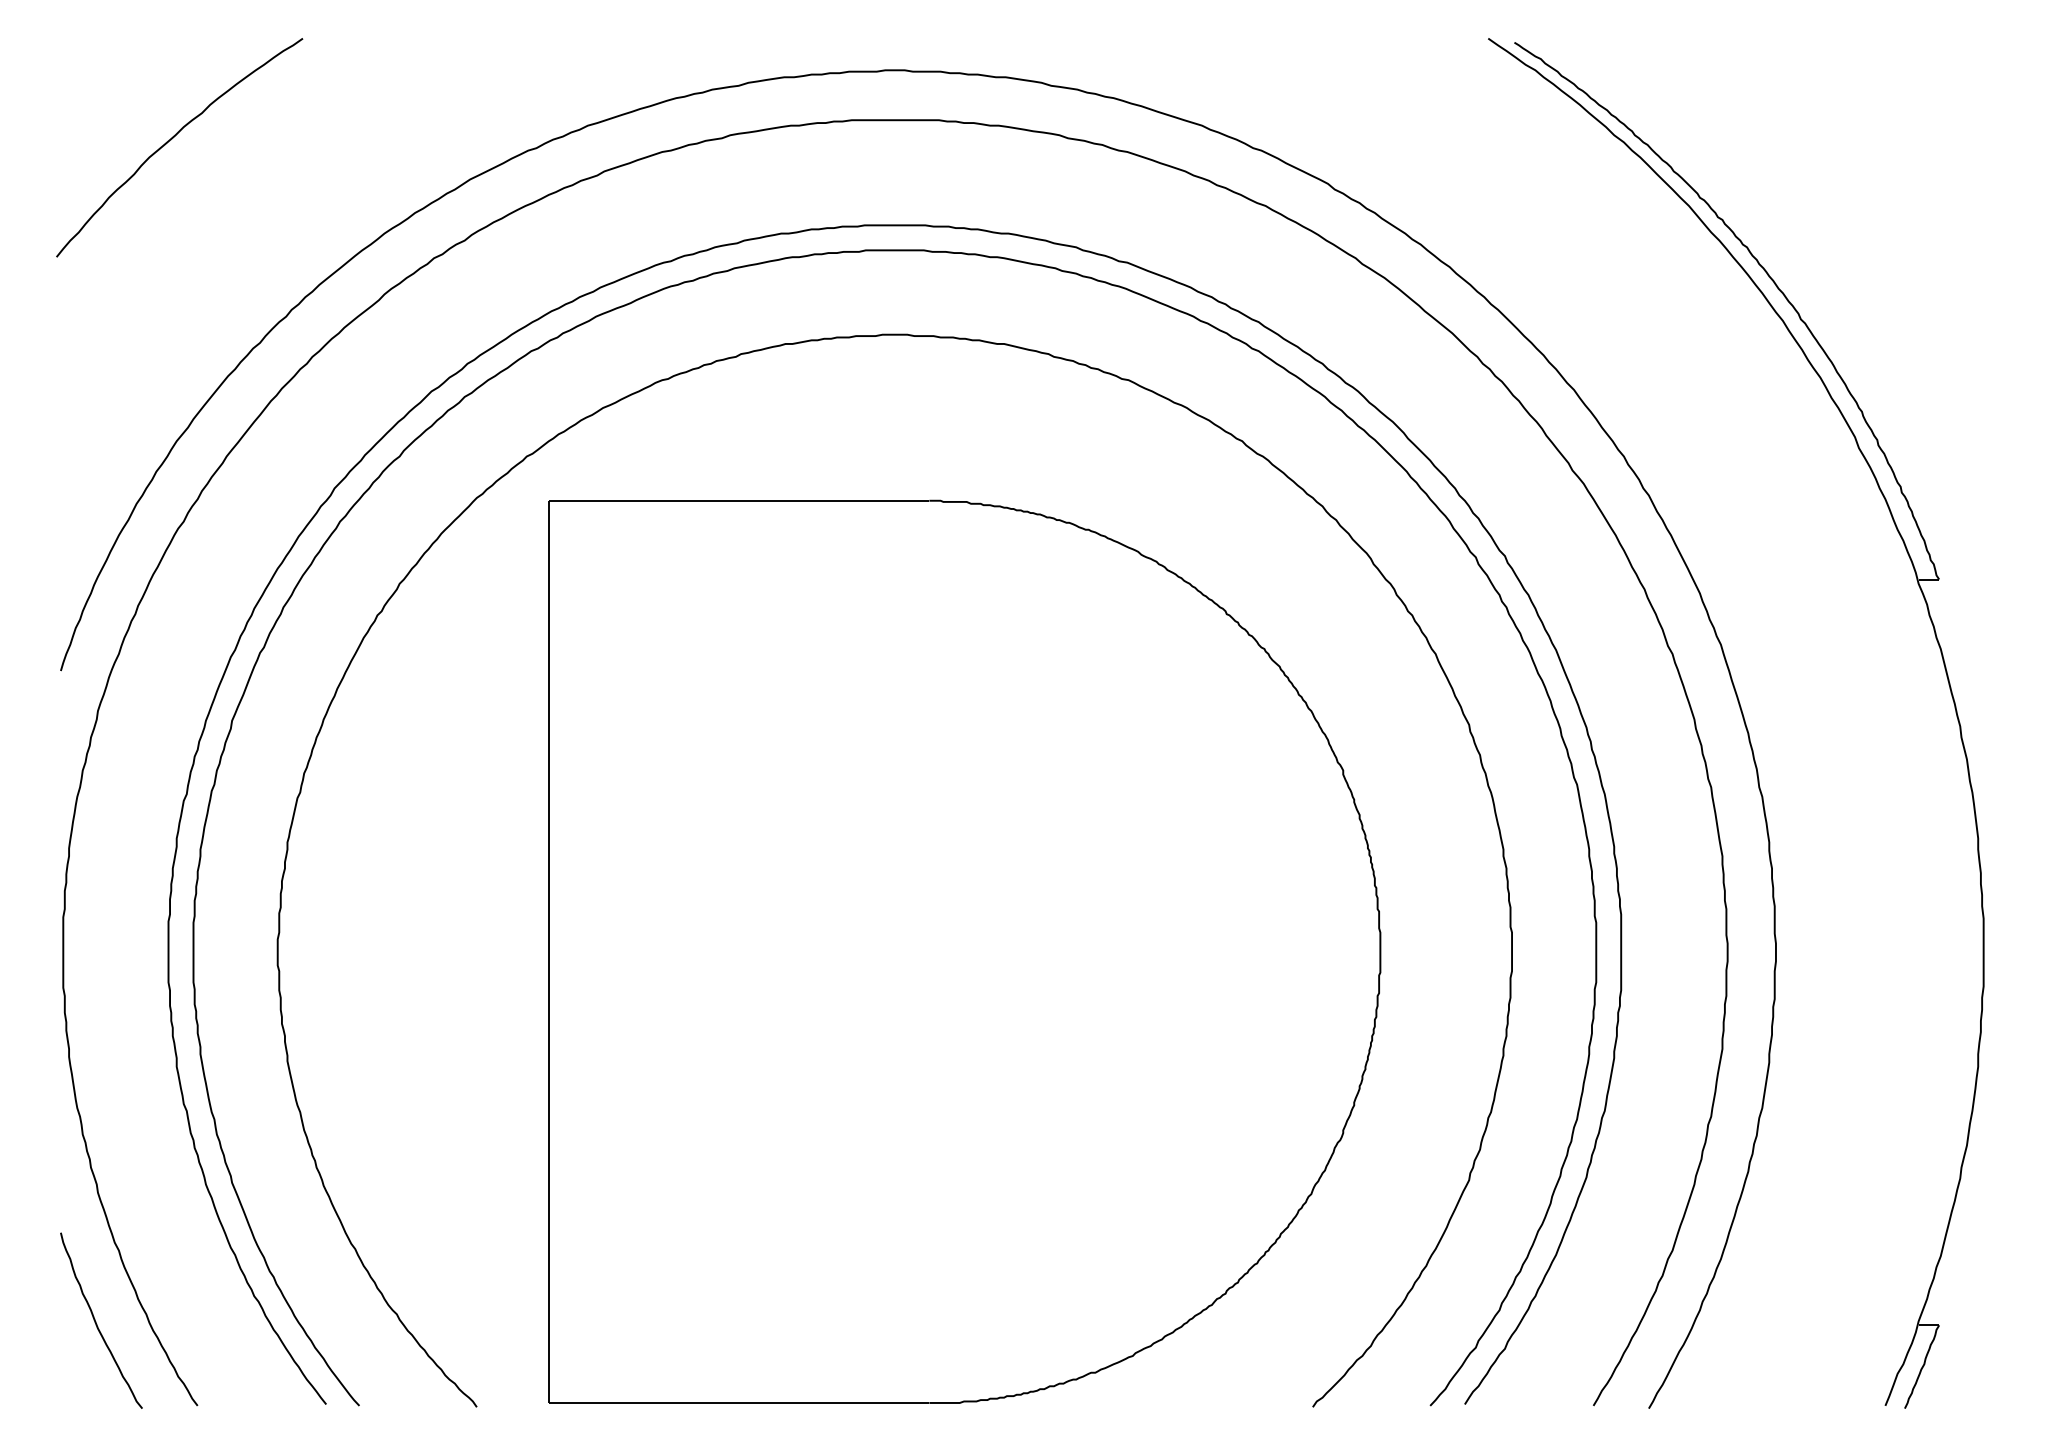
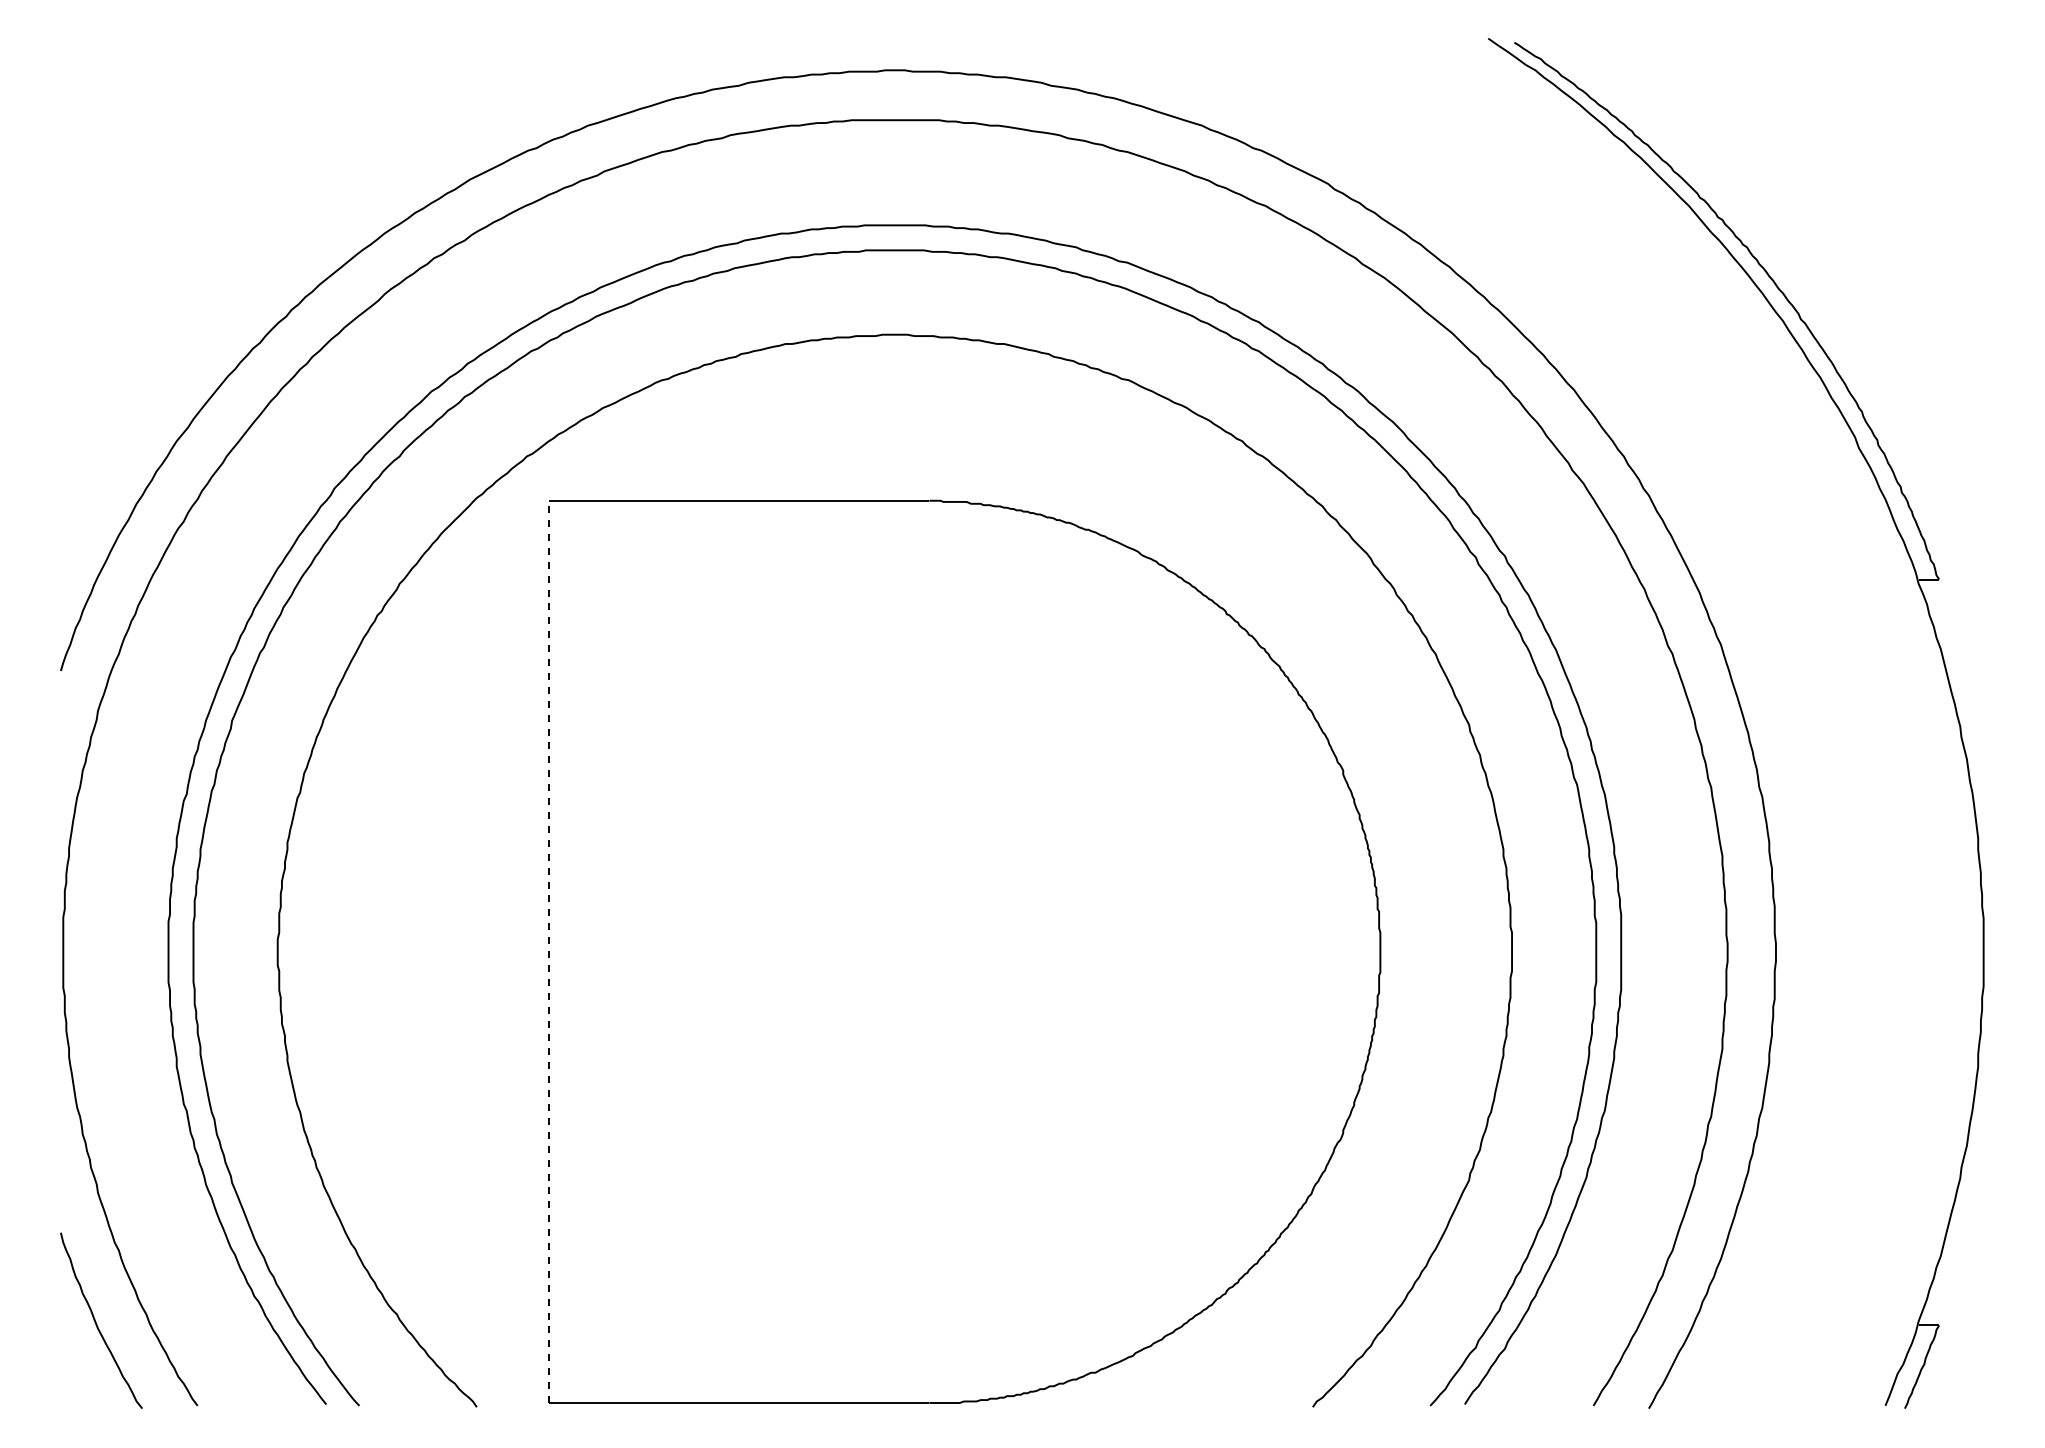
curve at (172, 139): present -> none
line at (548, 951): solid -> dashed
